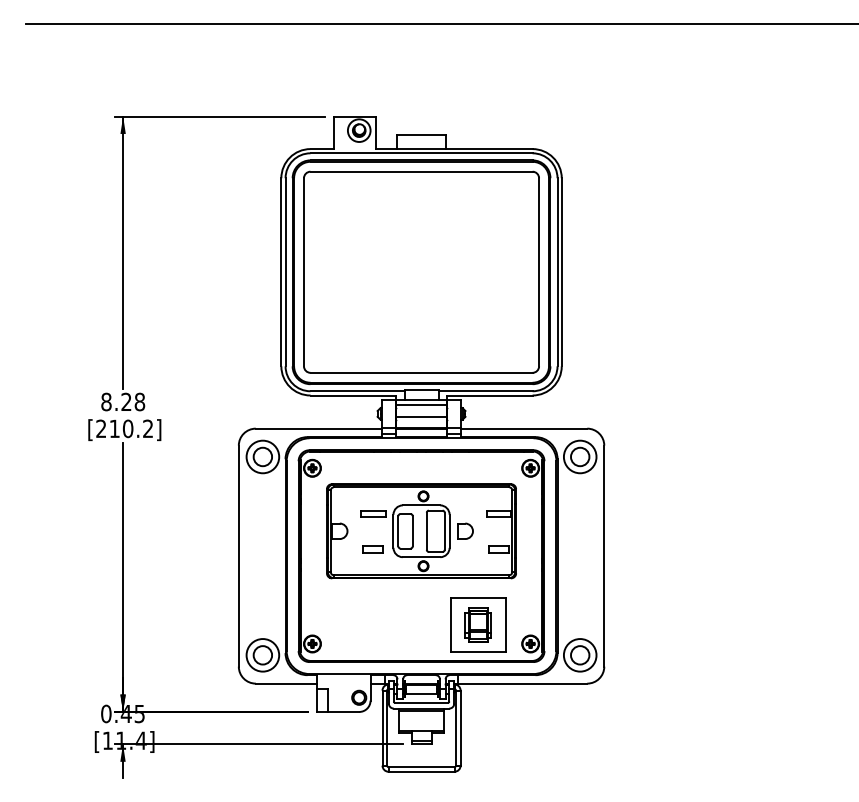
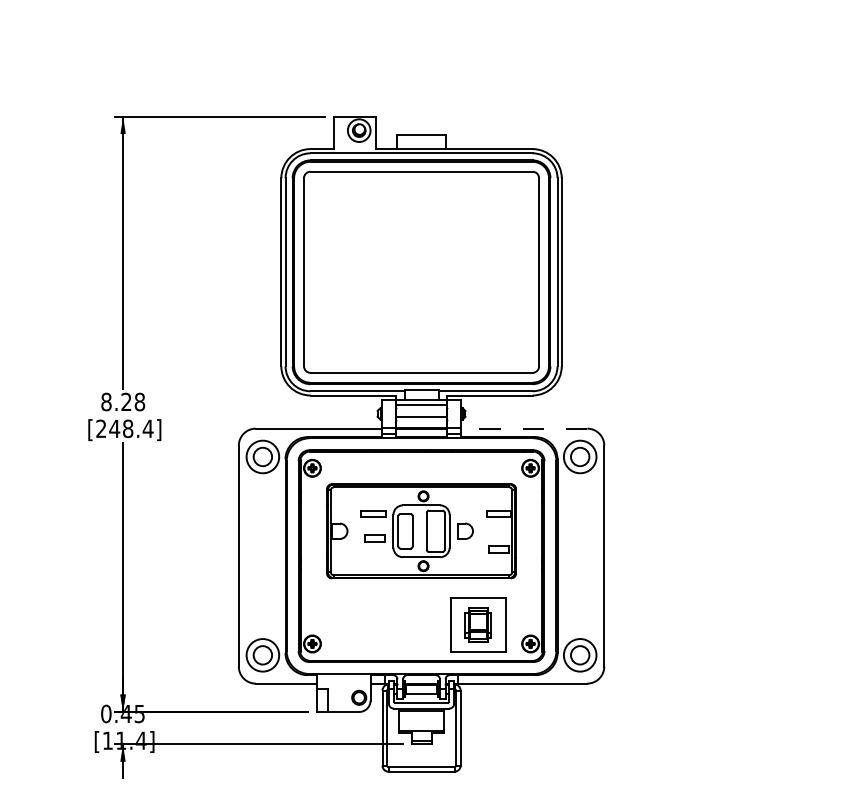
line at (440, 24): present -> none
text at (131, 428): [210.2] -> [248.4]
line at (523, 428): solid -> dashed
part at (372, 549) position: (372, 549) -> (374, 538)
